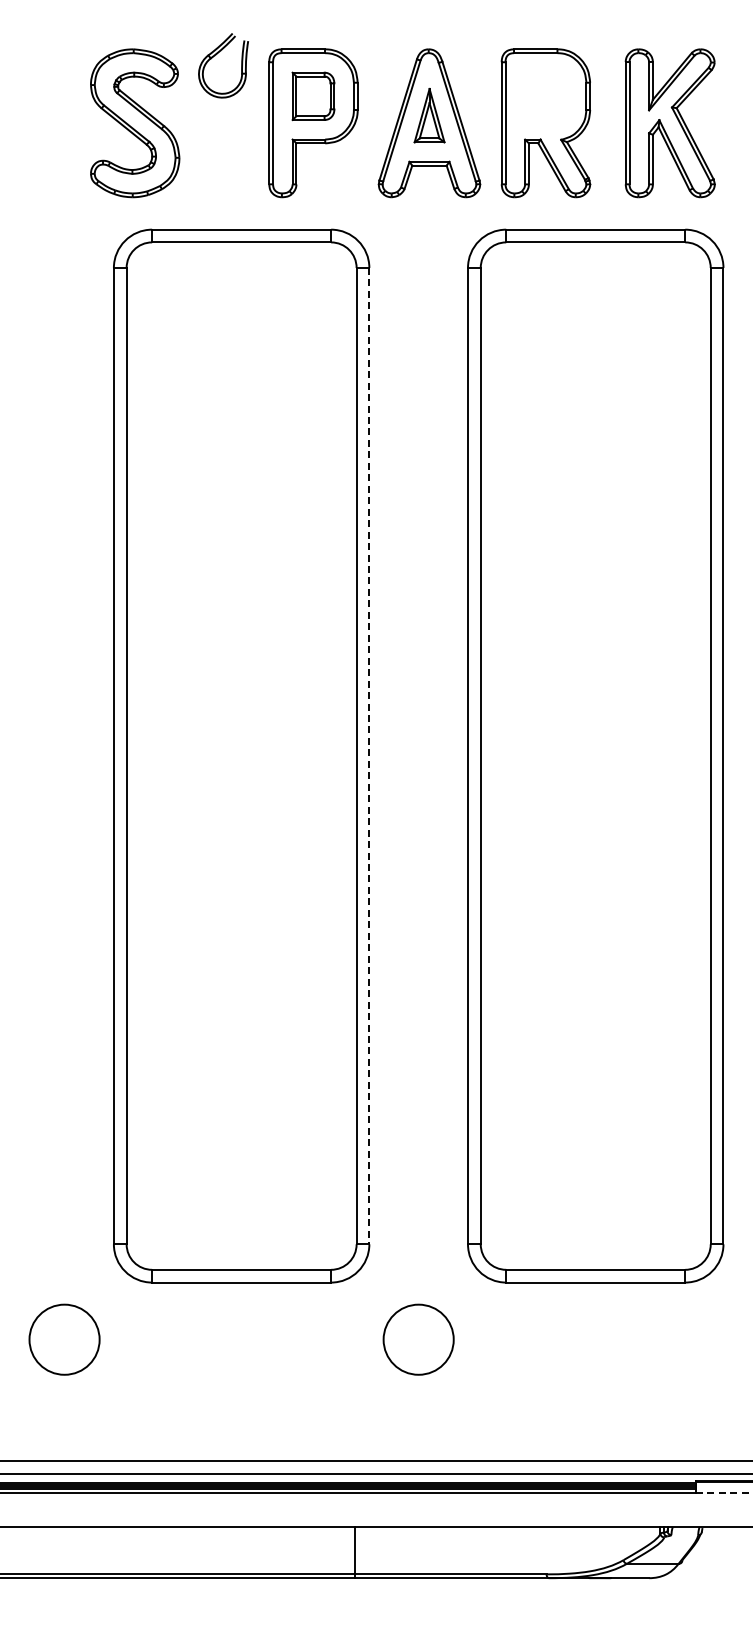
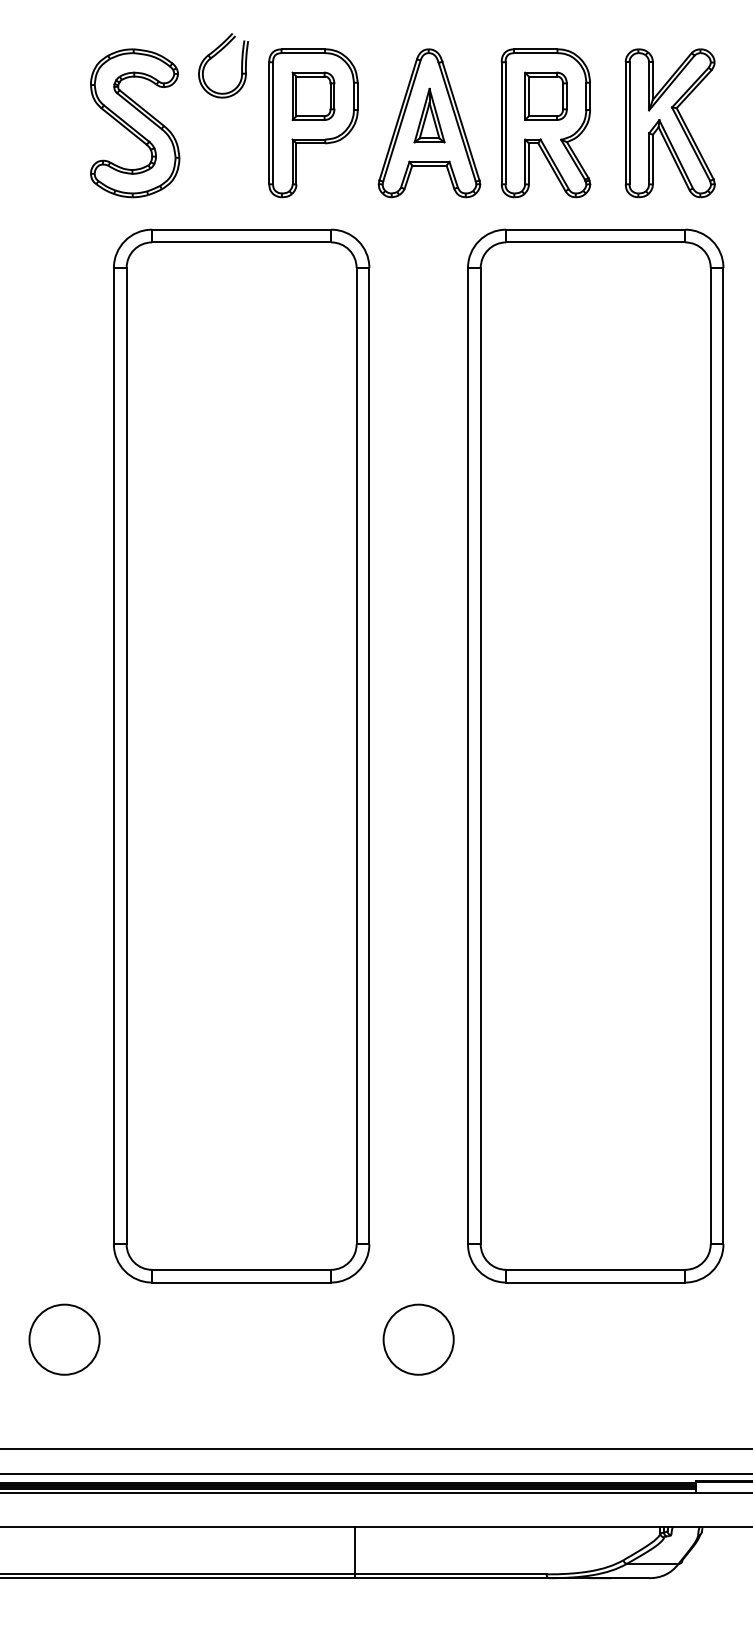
part at (545, 95): none -> present
line at (369, 756): dashed -> solid
line at (375, 1460) position: (375, 1460) -> (375, 1448)
line at (724, 1492): dashed -> solid
